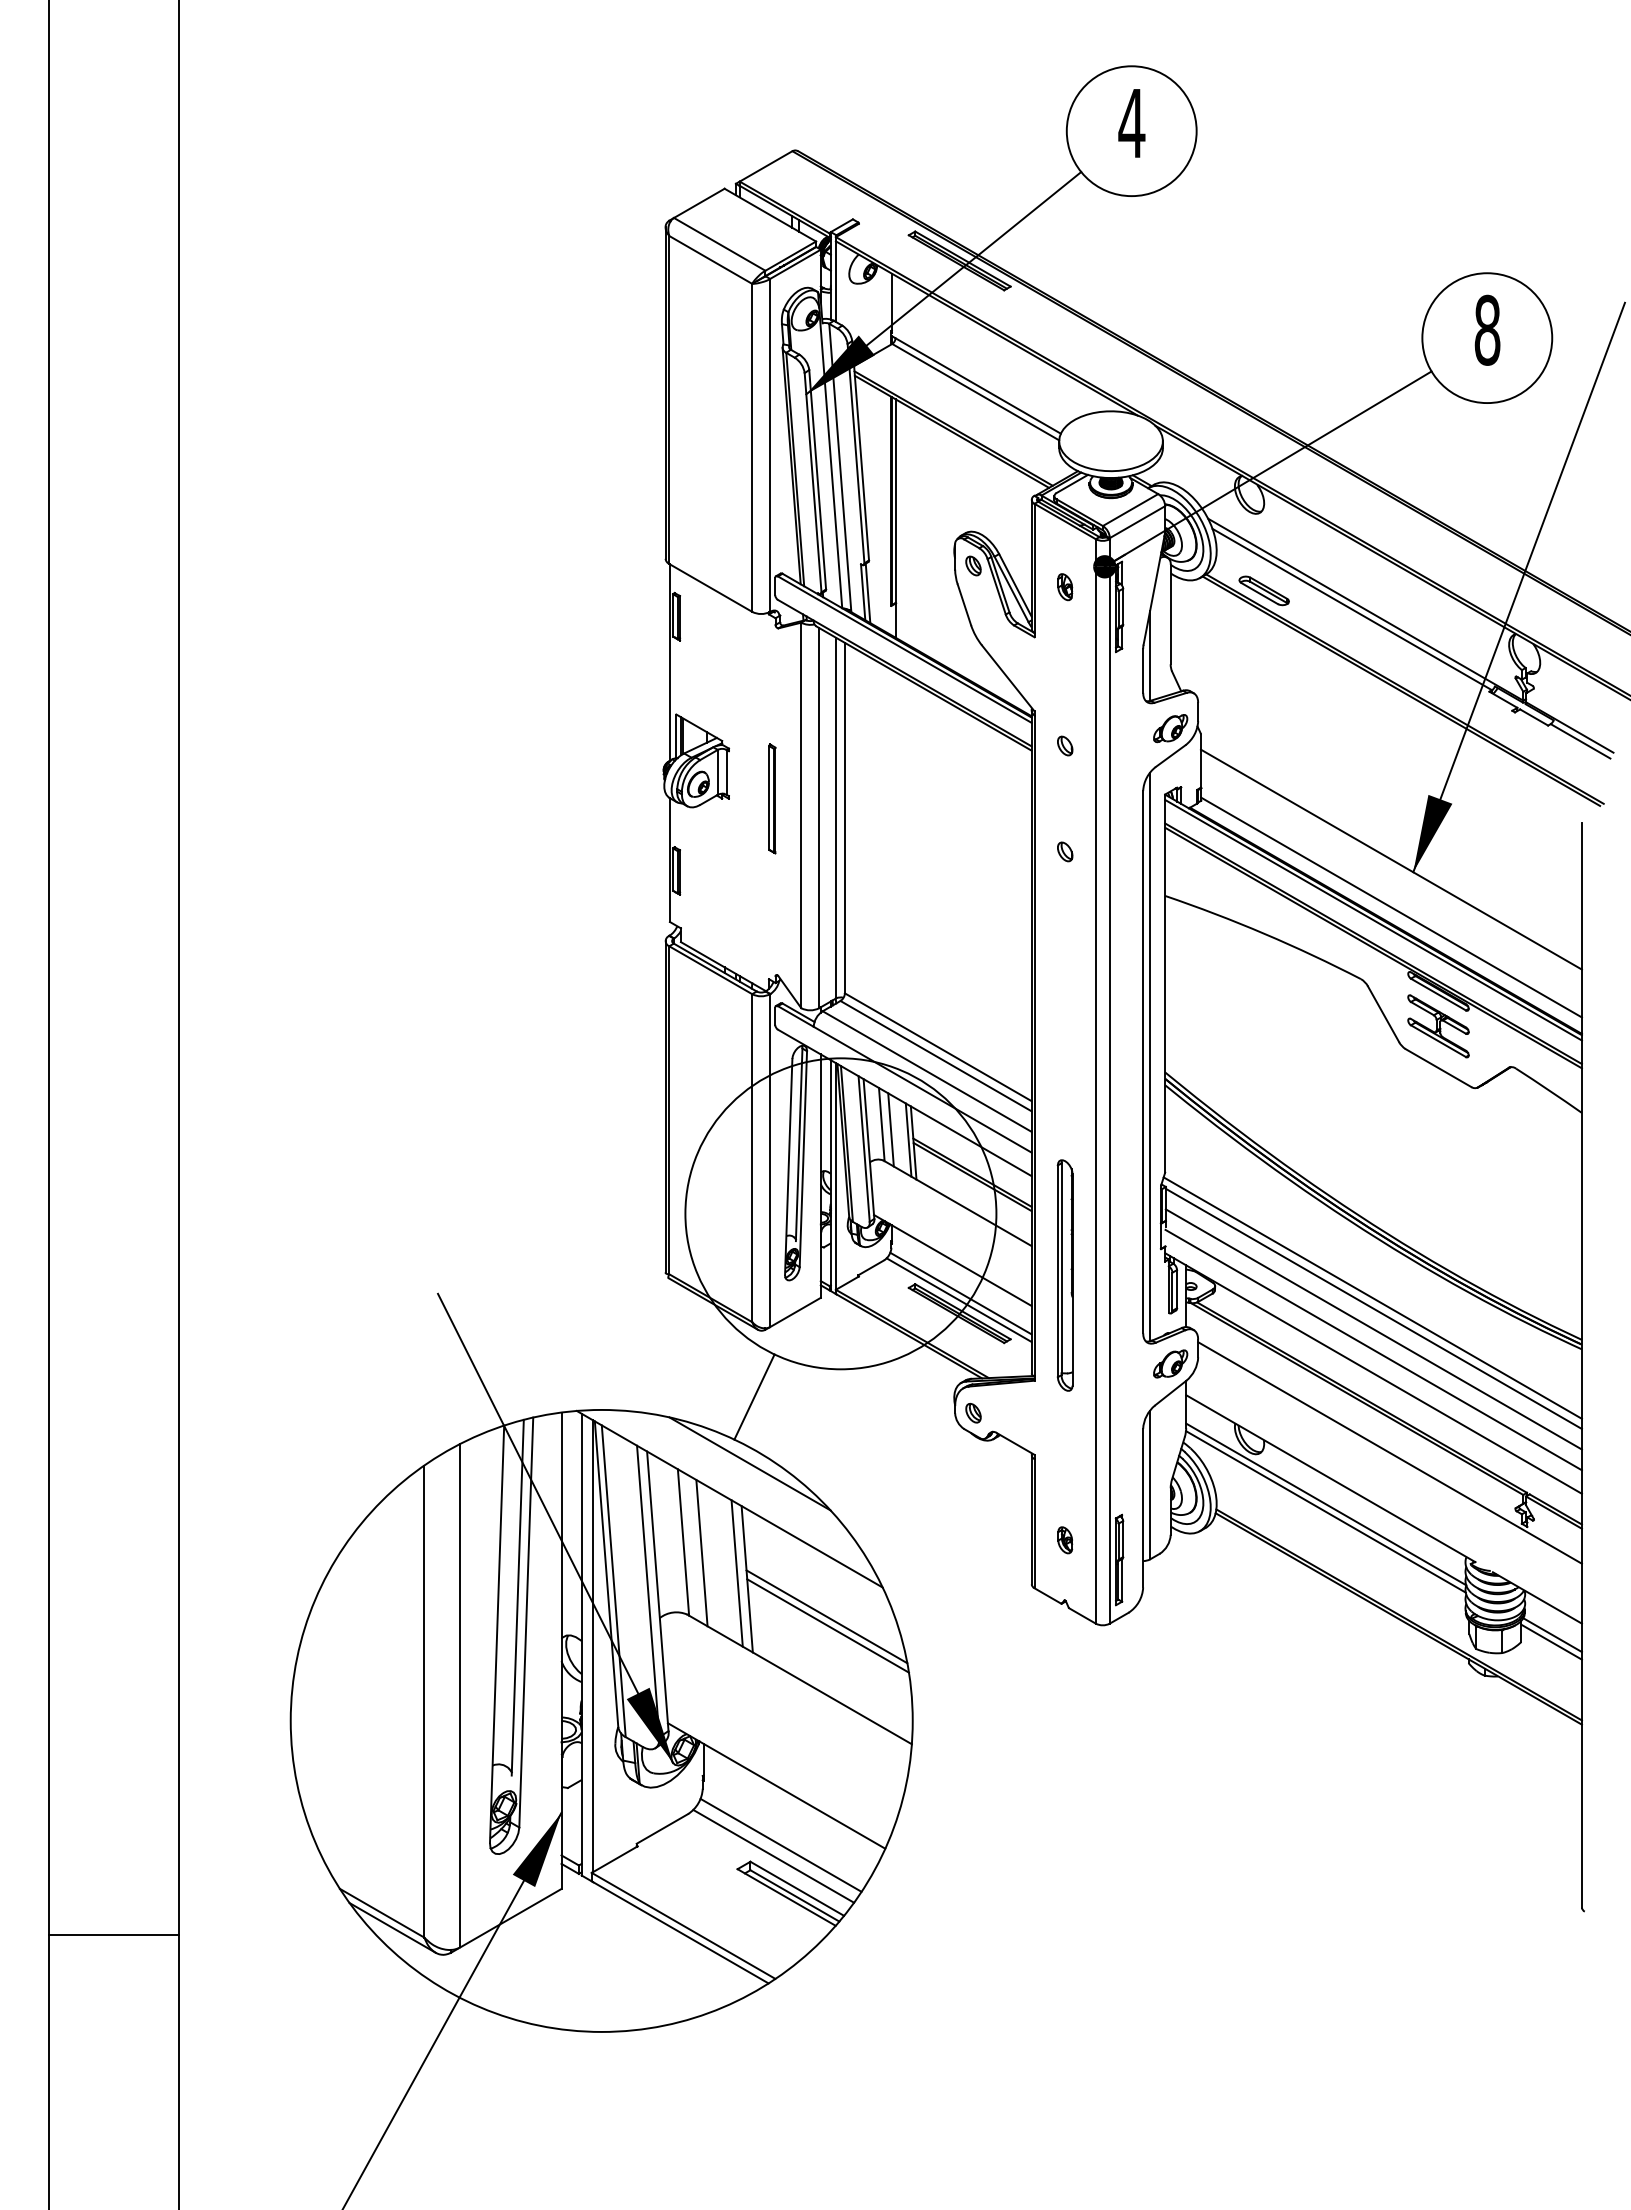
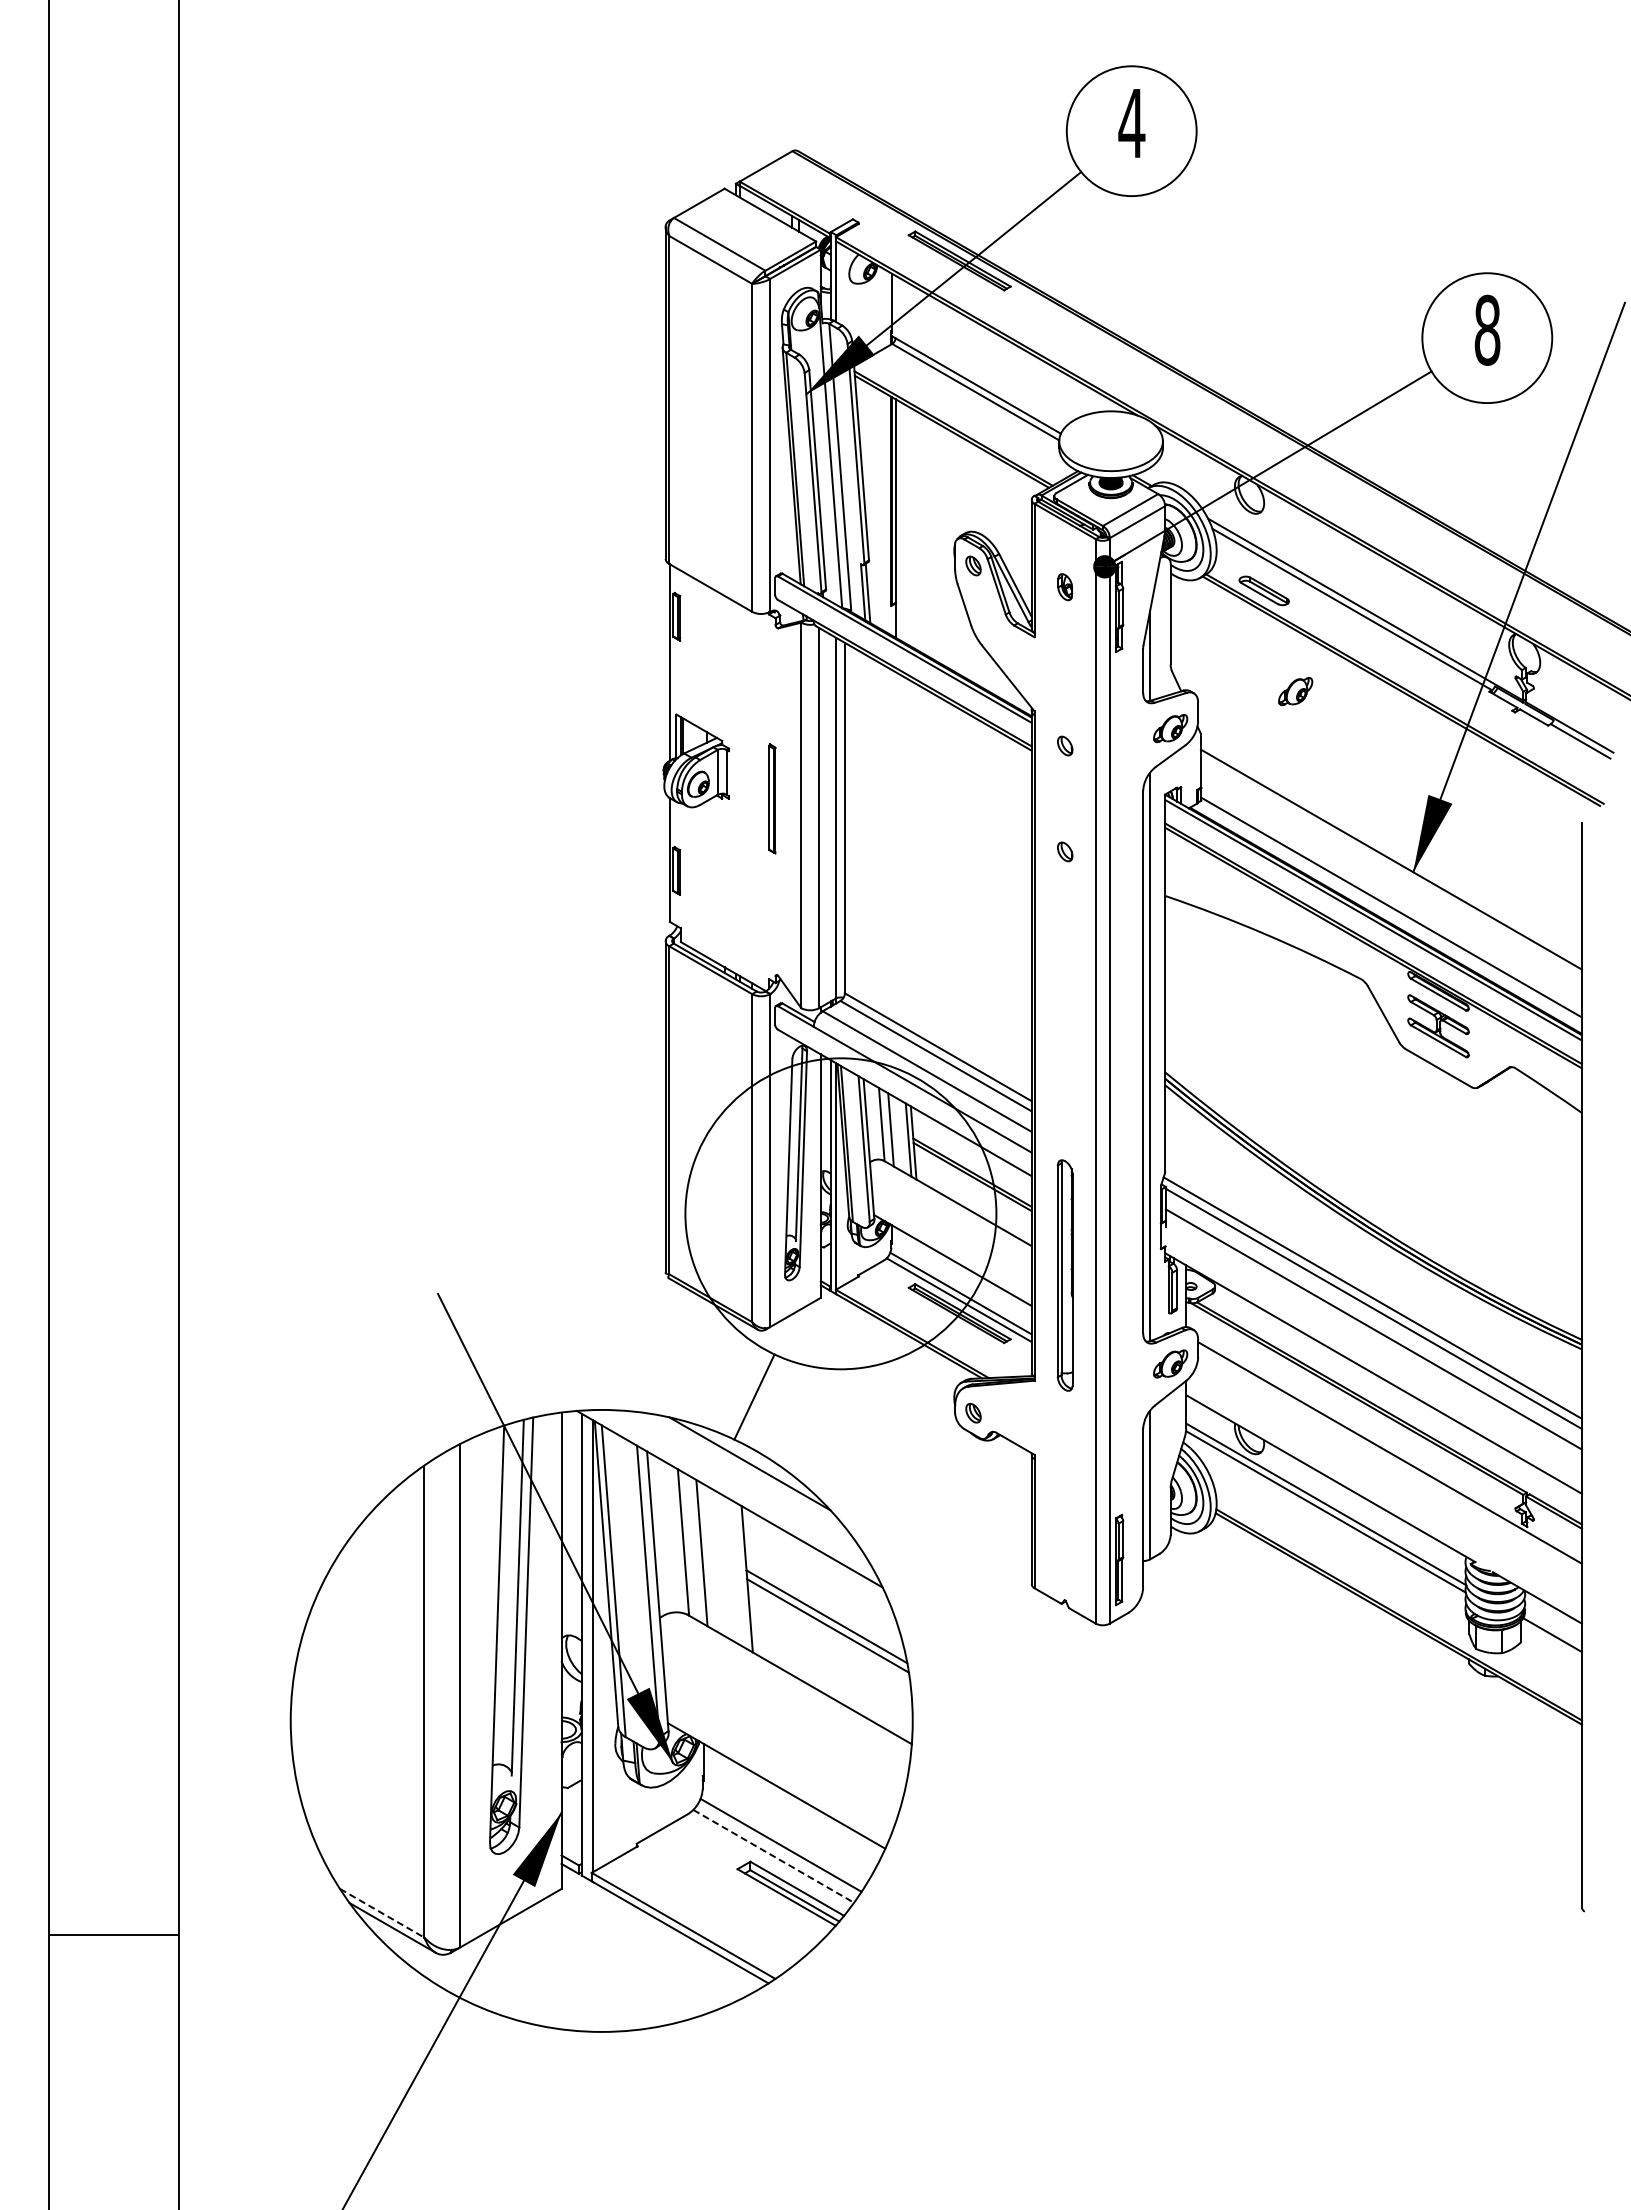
part at (1295, 691): none -> present
line at (1373, 1349): present -> none
part at (1065, 1540): present -> none
line at (736, 1573): present -> none
line at (1551, 1641): present -> none
line at (773, 1856): solid -> dashed
line at (382, 1913): solid -> dashed
